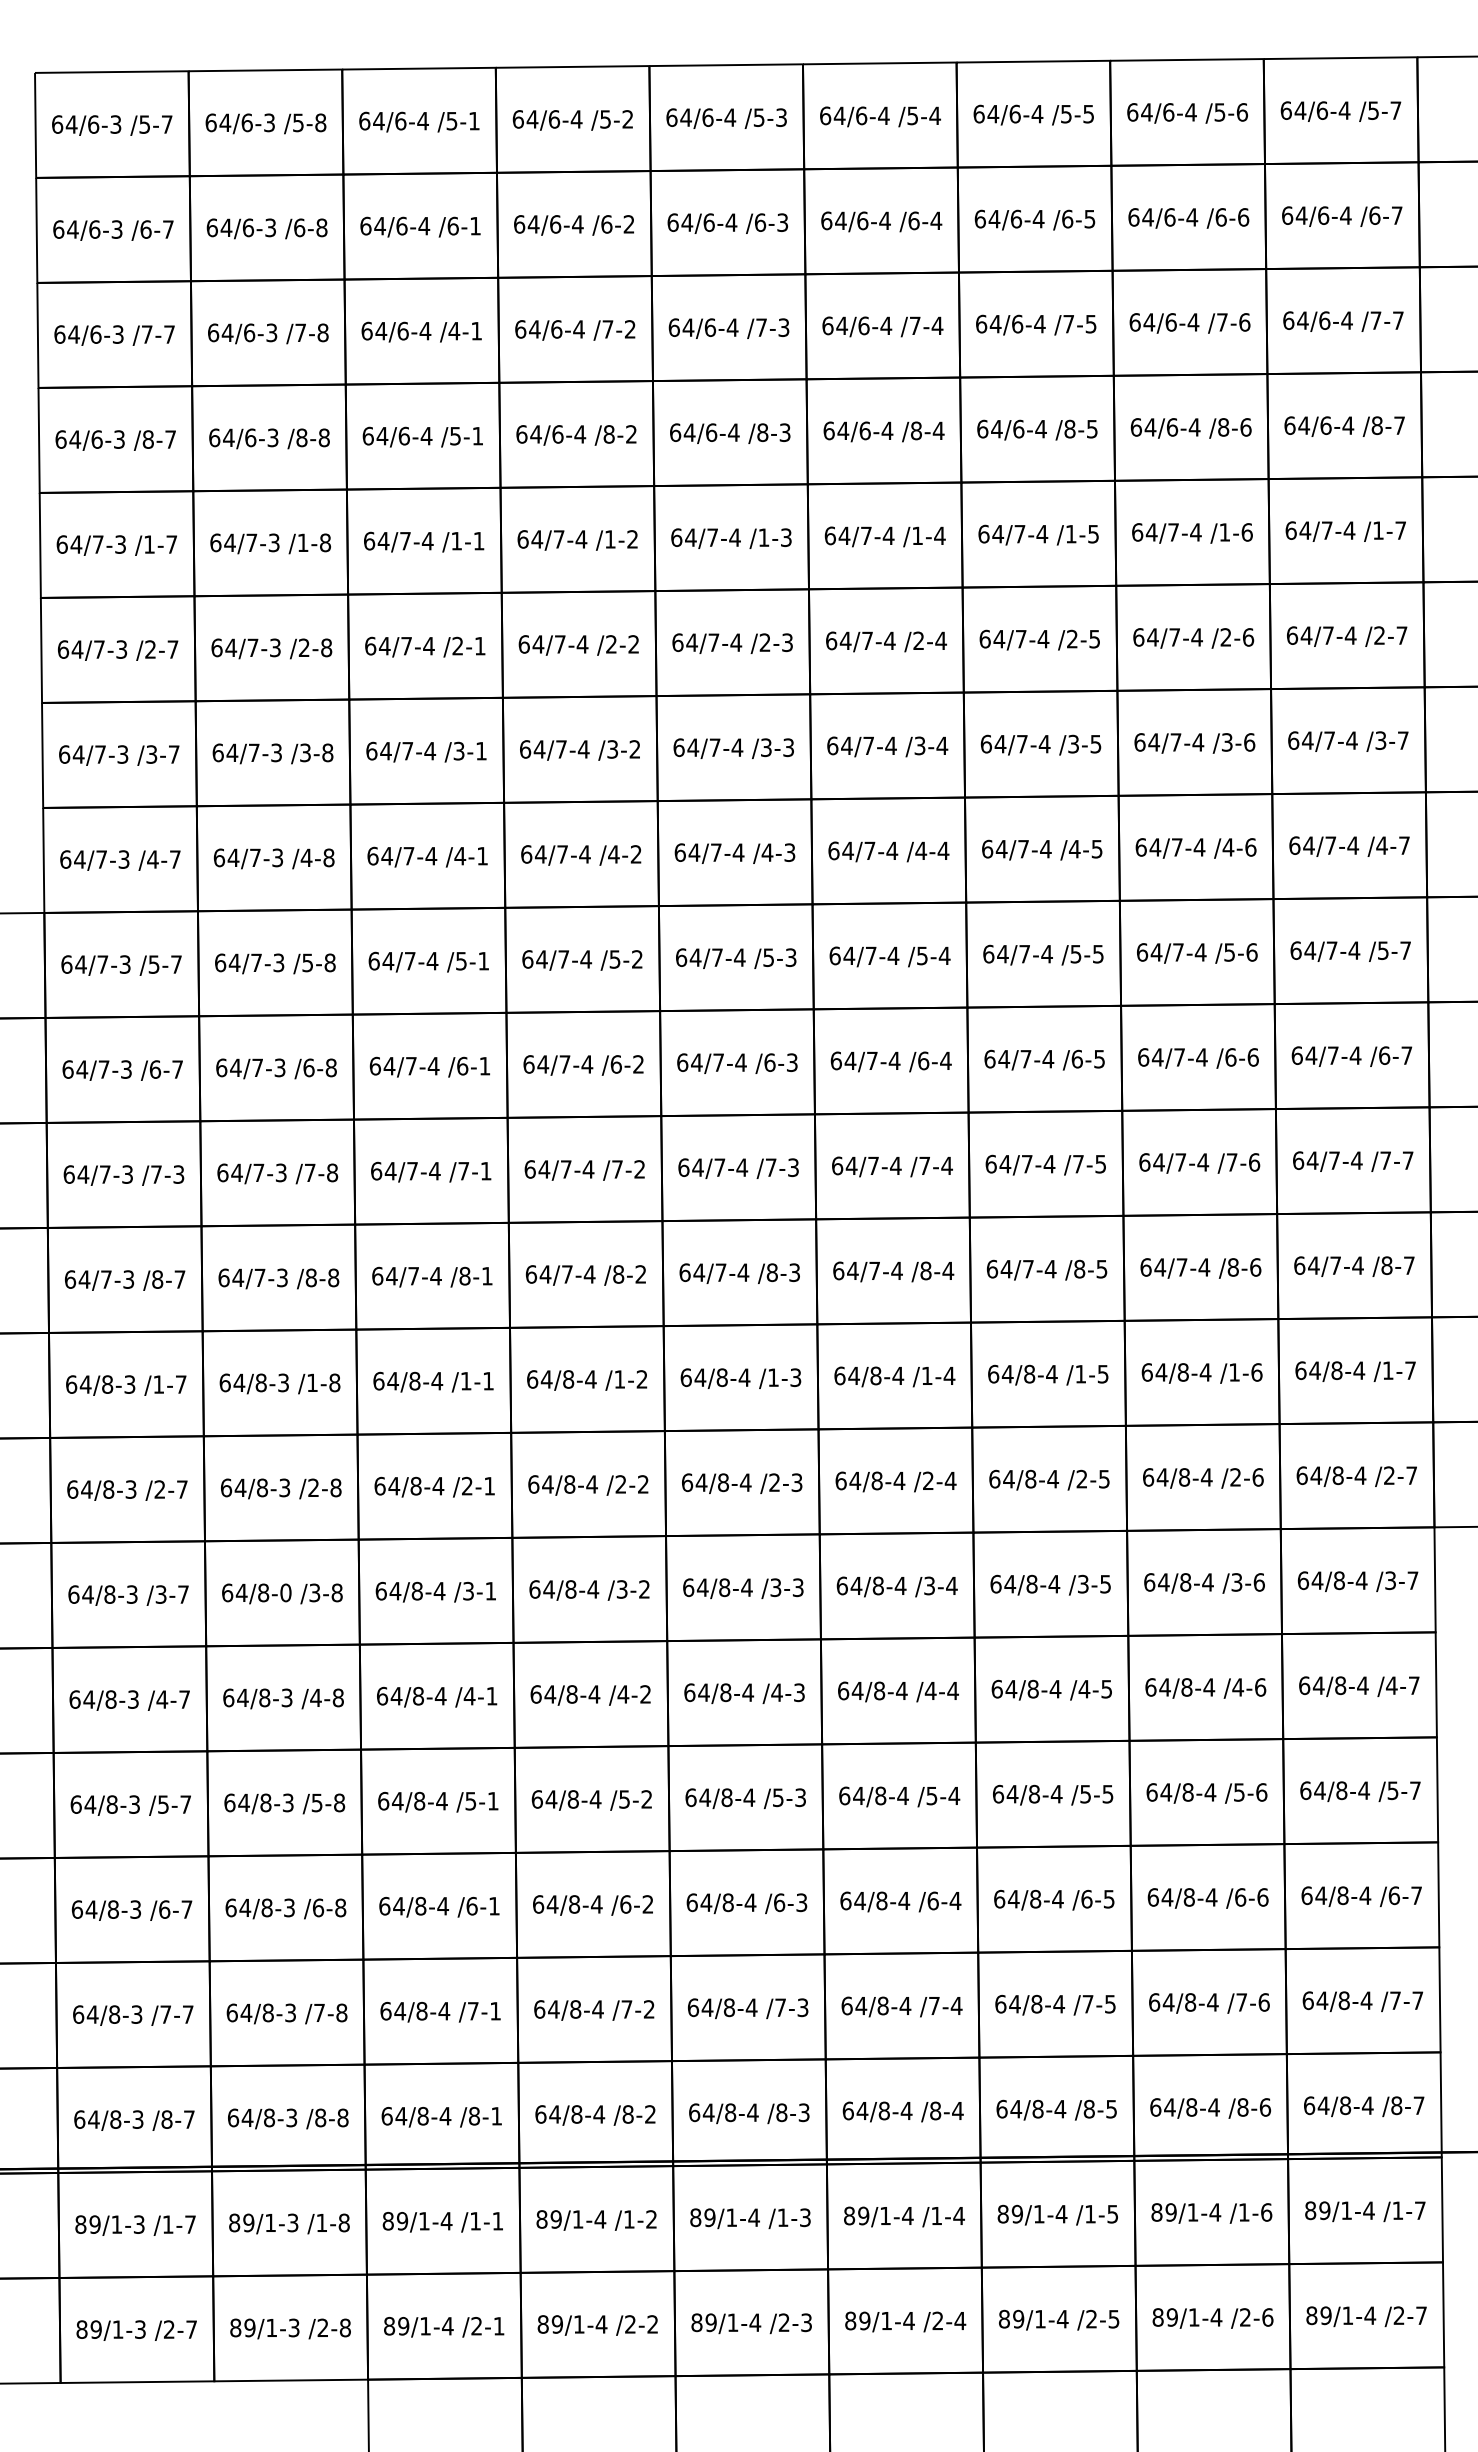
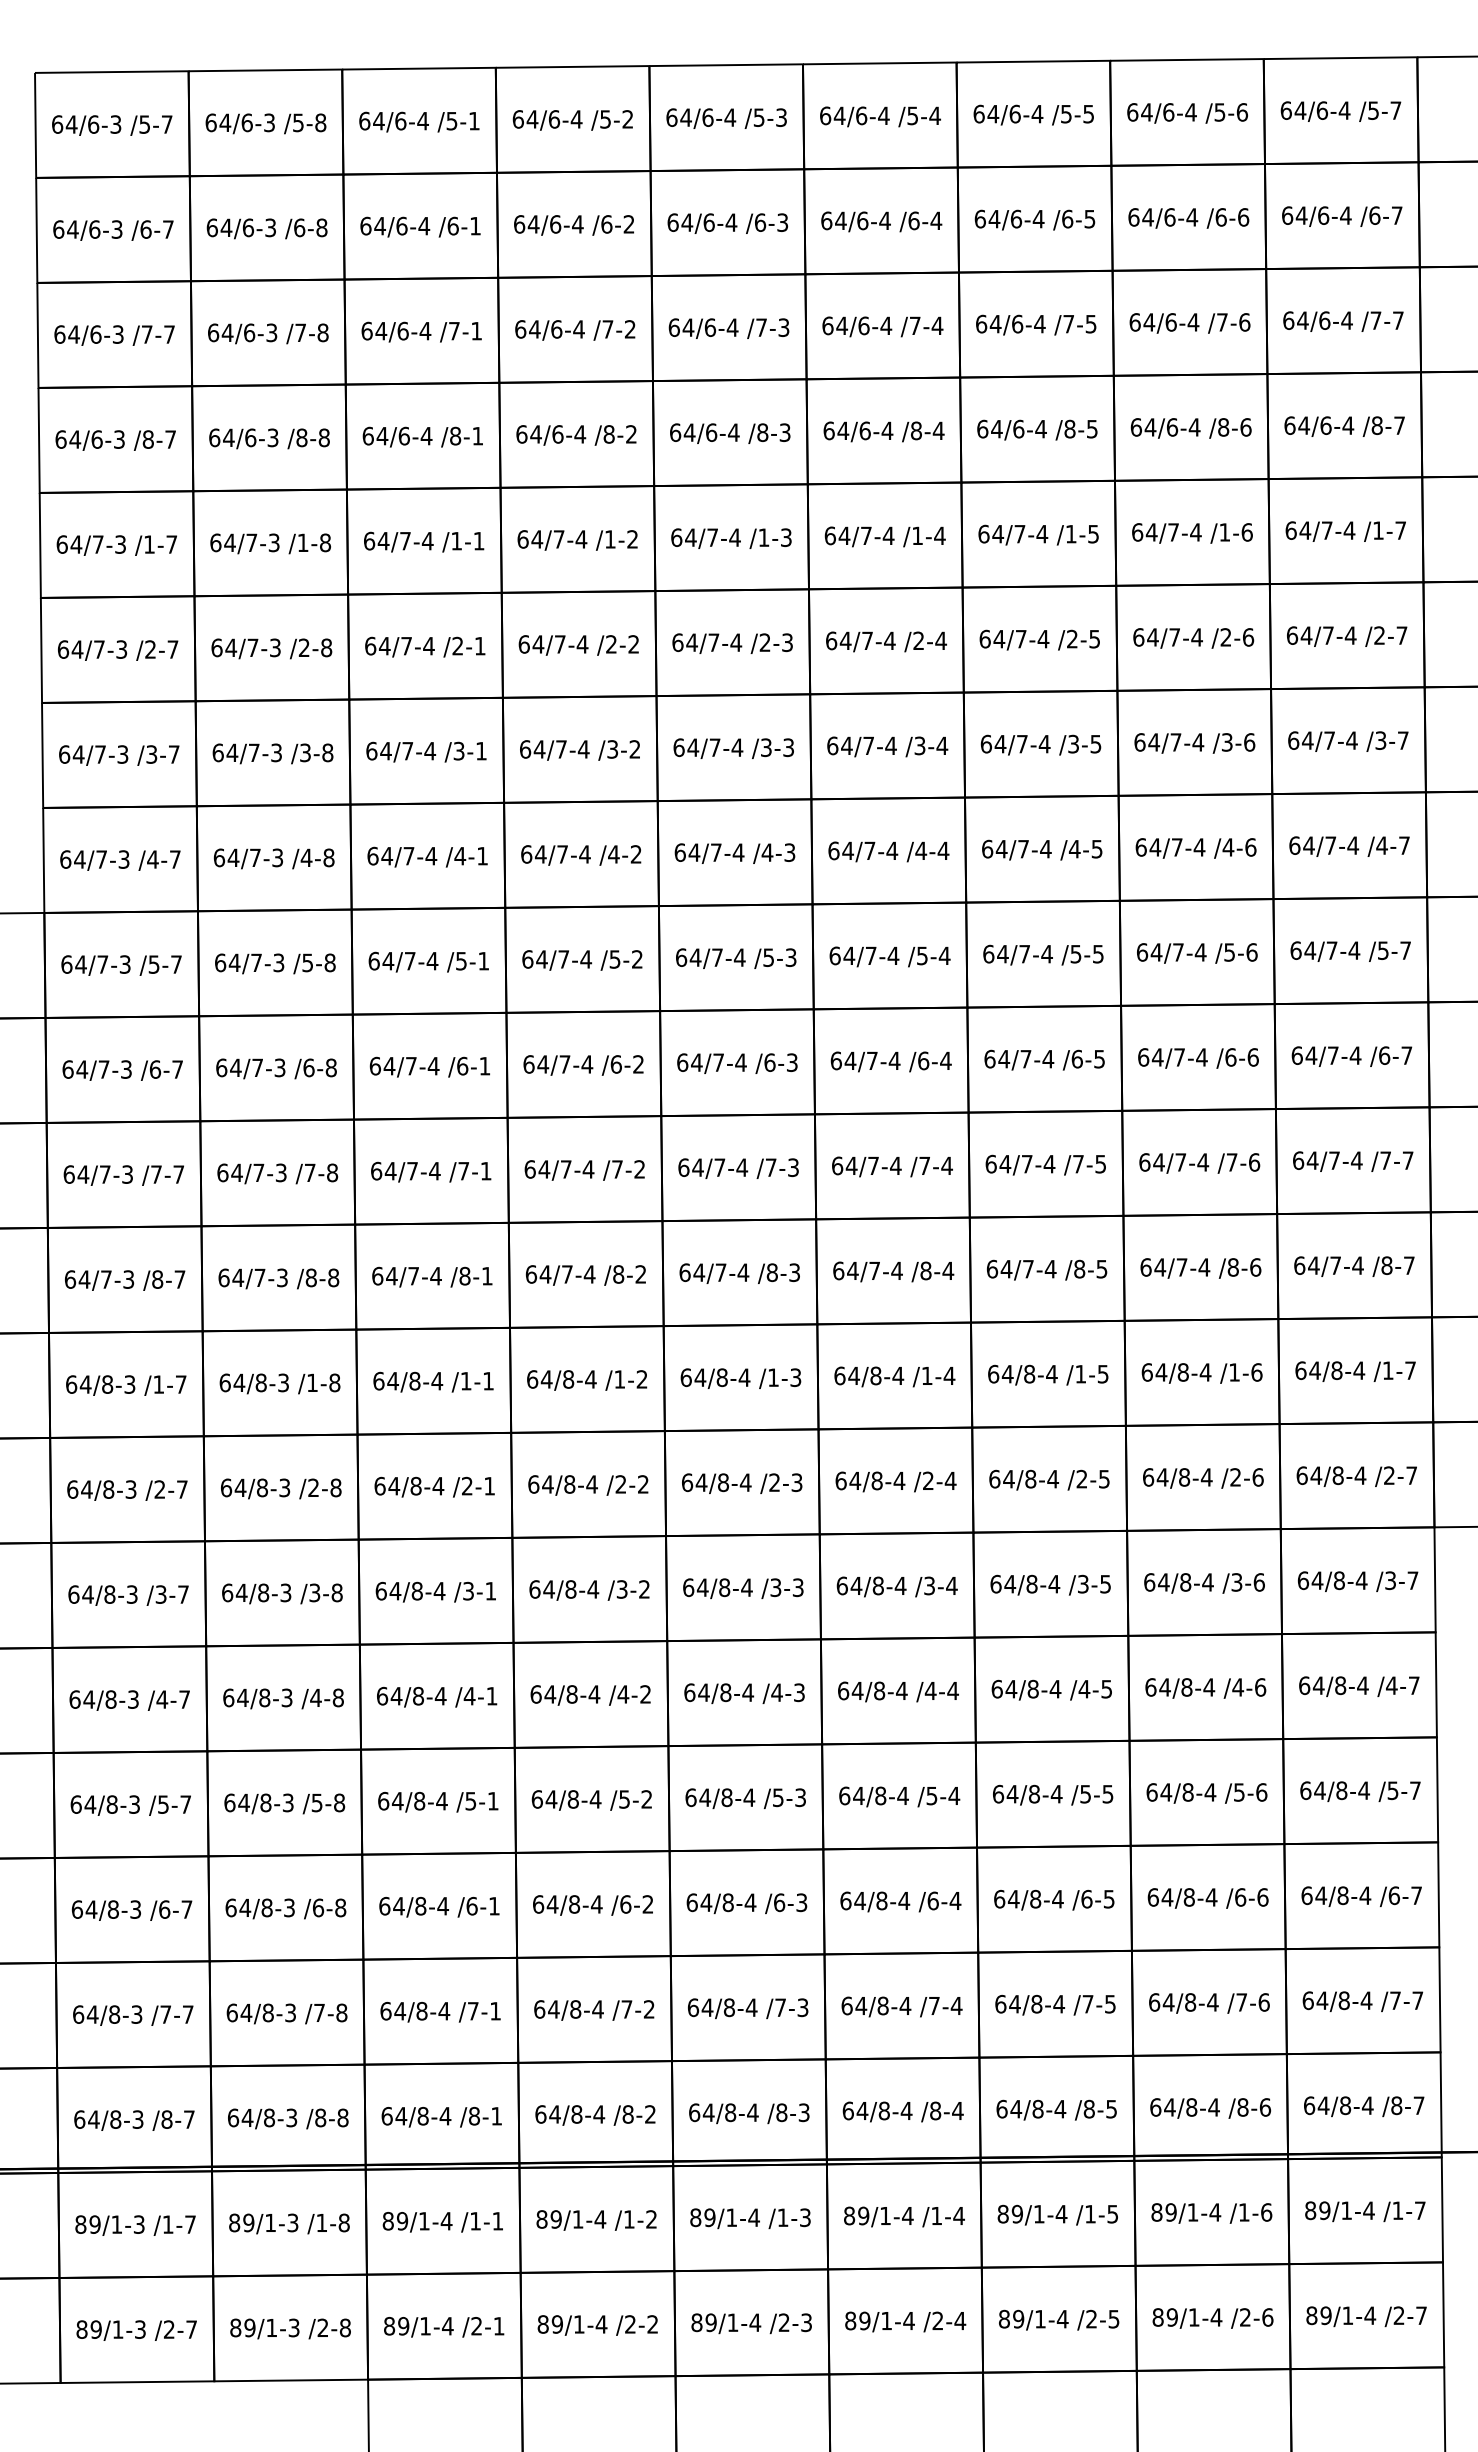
text at (454, 331): /4-1 -> /7-1
text at (455, 435): /5-1 -> /8-1
text at (178, 1174): /7-3 -> /7-7
text at (285, 1592): 64/8-0 -> 64/8-3
